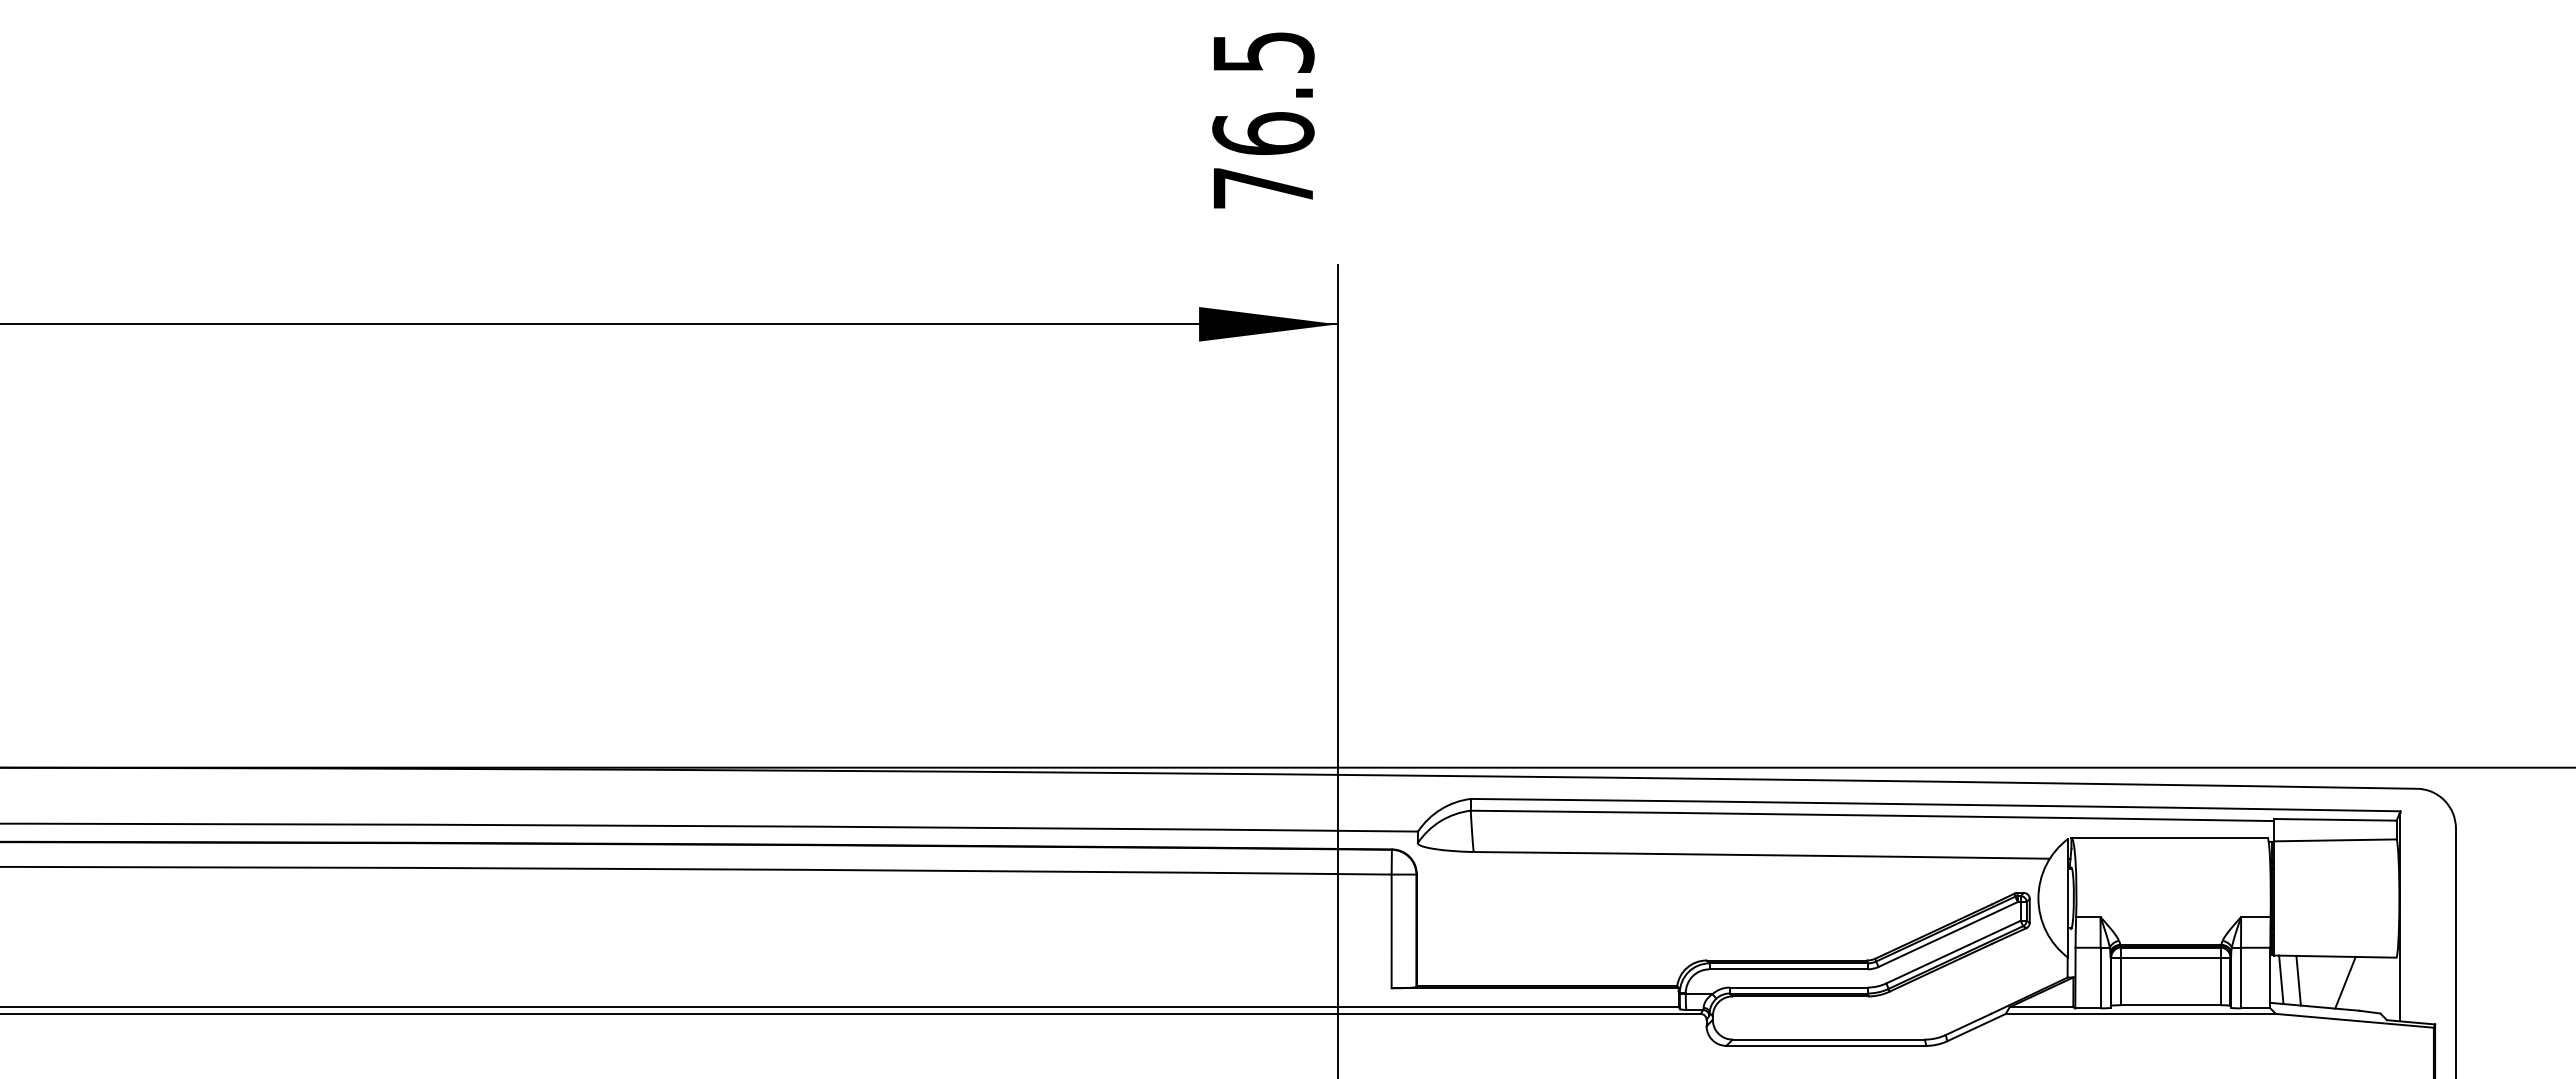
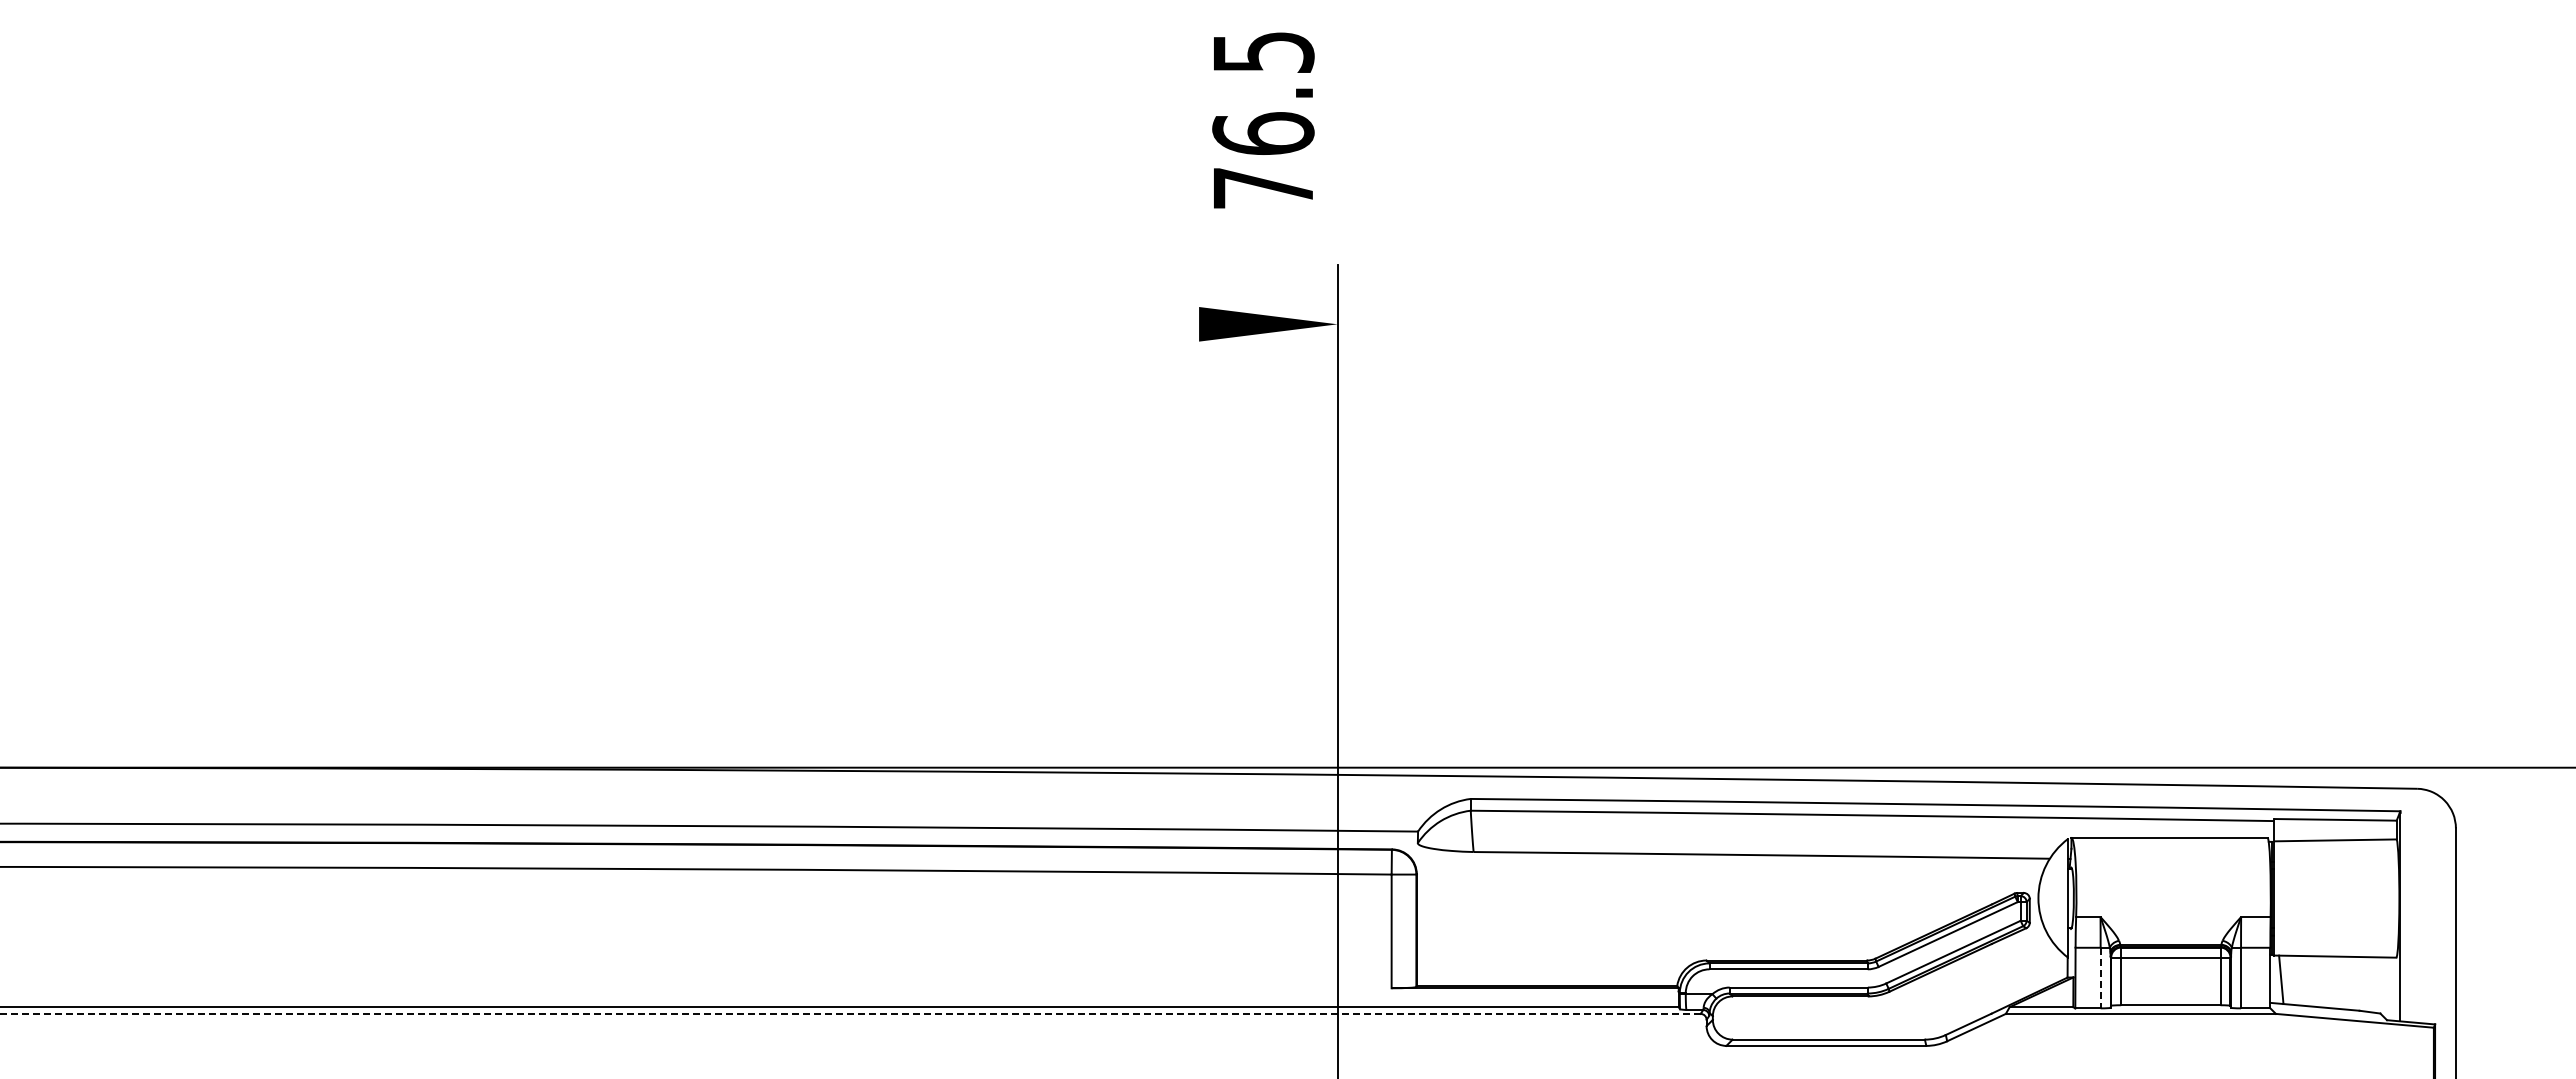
line at (669, 324): present -> none
line at (2100, 978): solid -> dashed
line at (2298, 980): present -> none
line at (2345, 982): present -> none
line at (850, 1013): solid -> dashed
